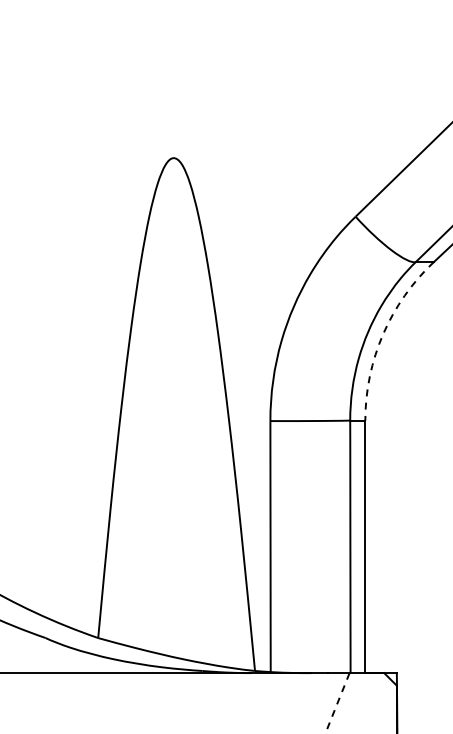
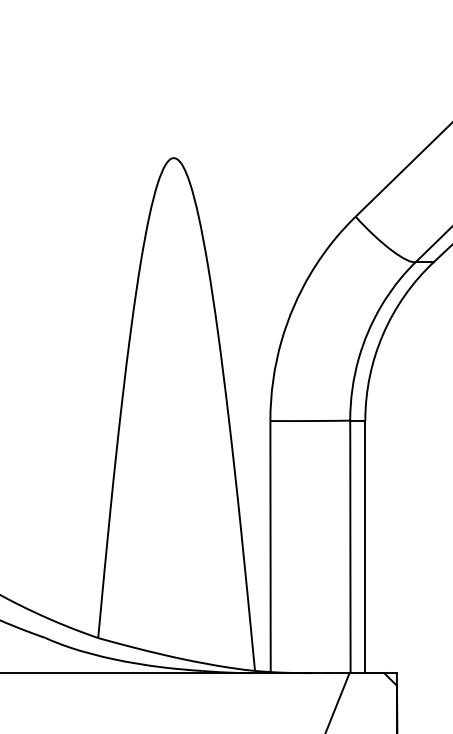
arc at (383, 334): dashed -> solid
line at (337, 703): dashed -> solid
